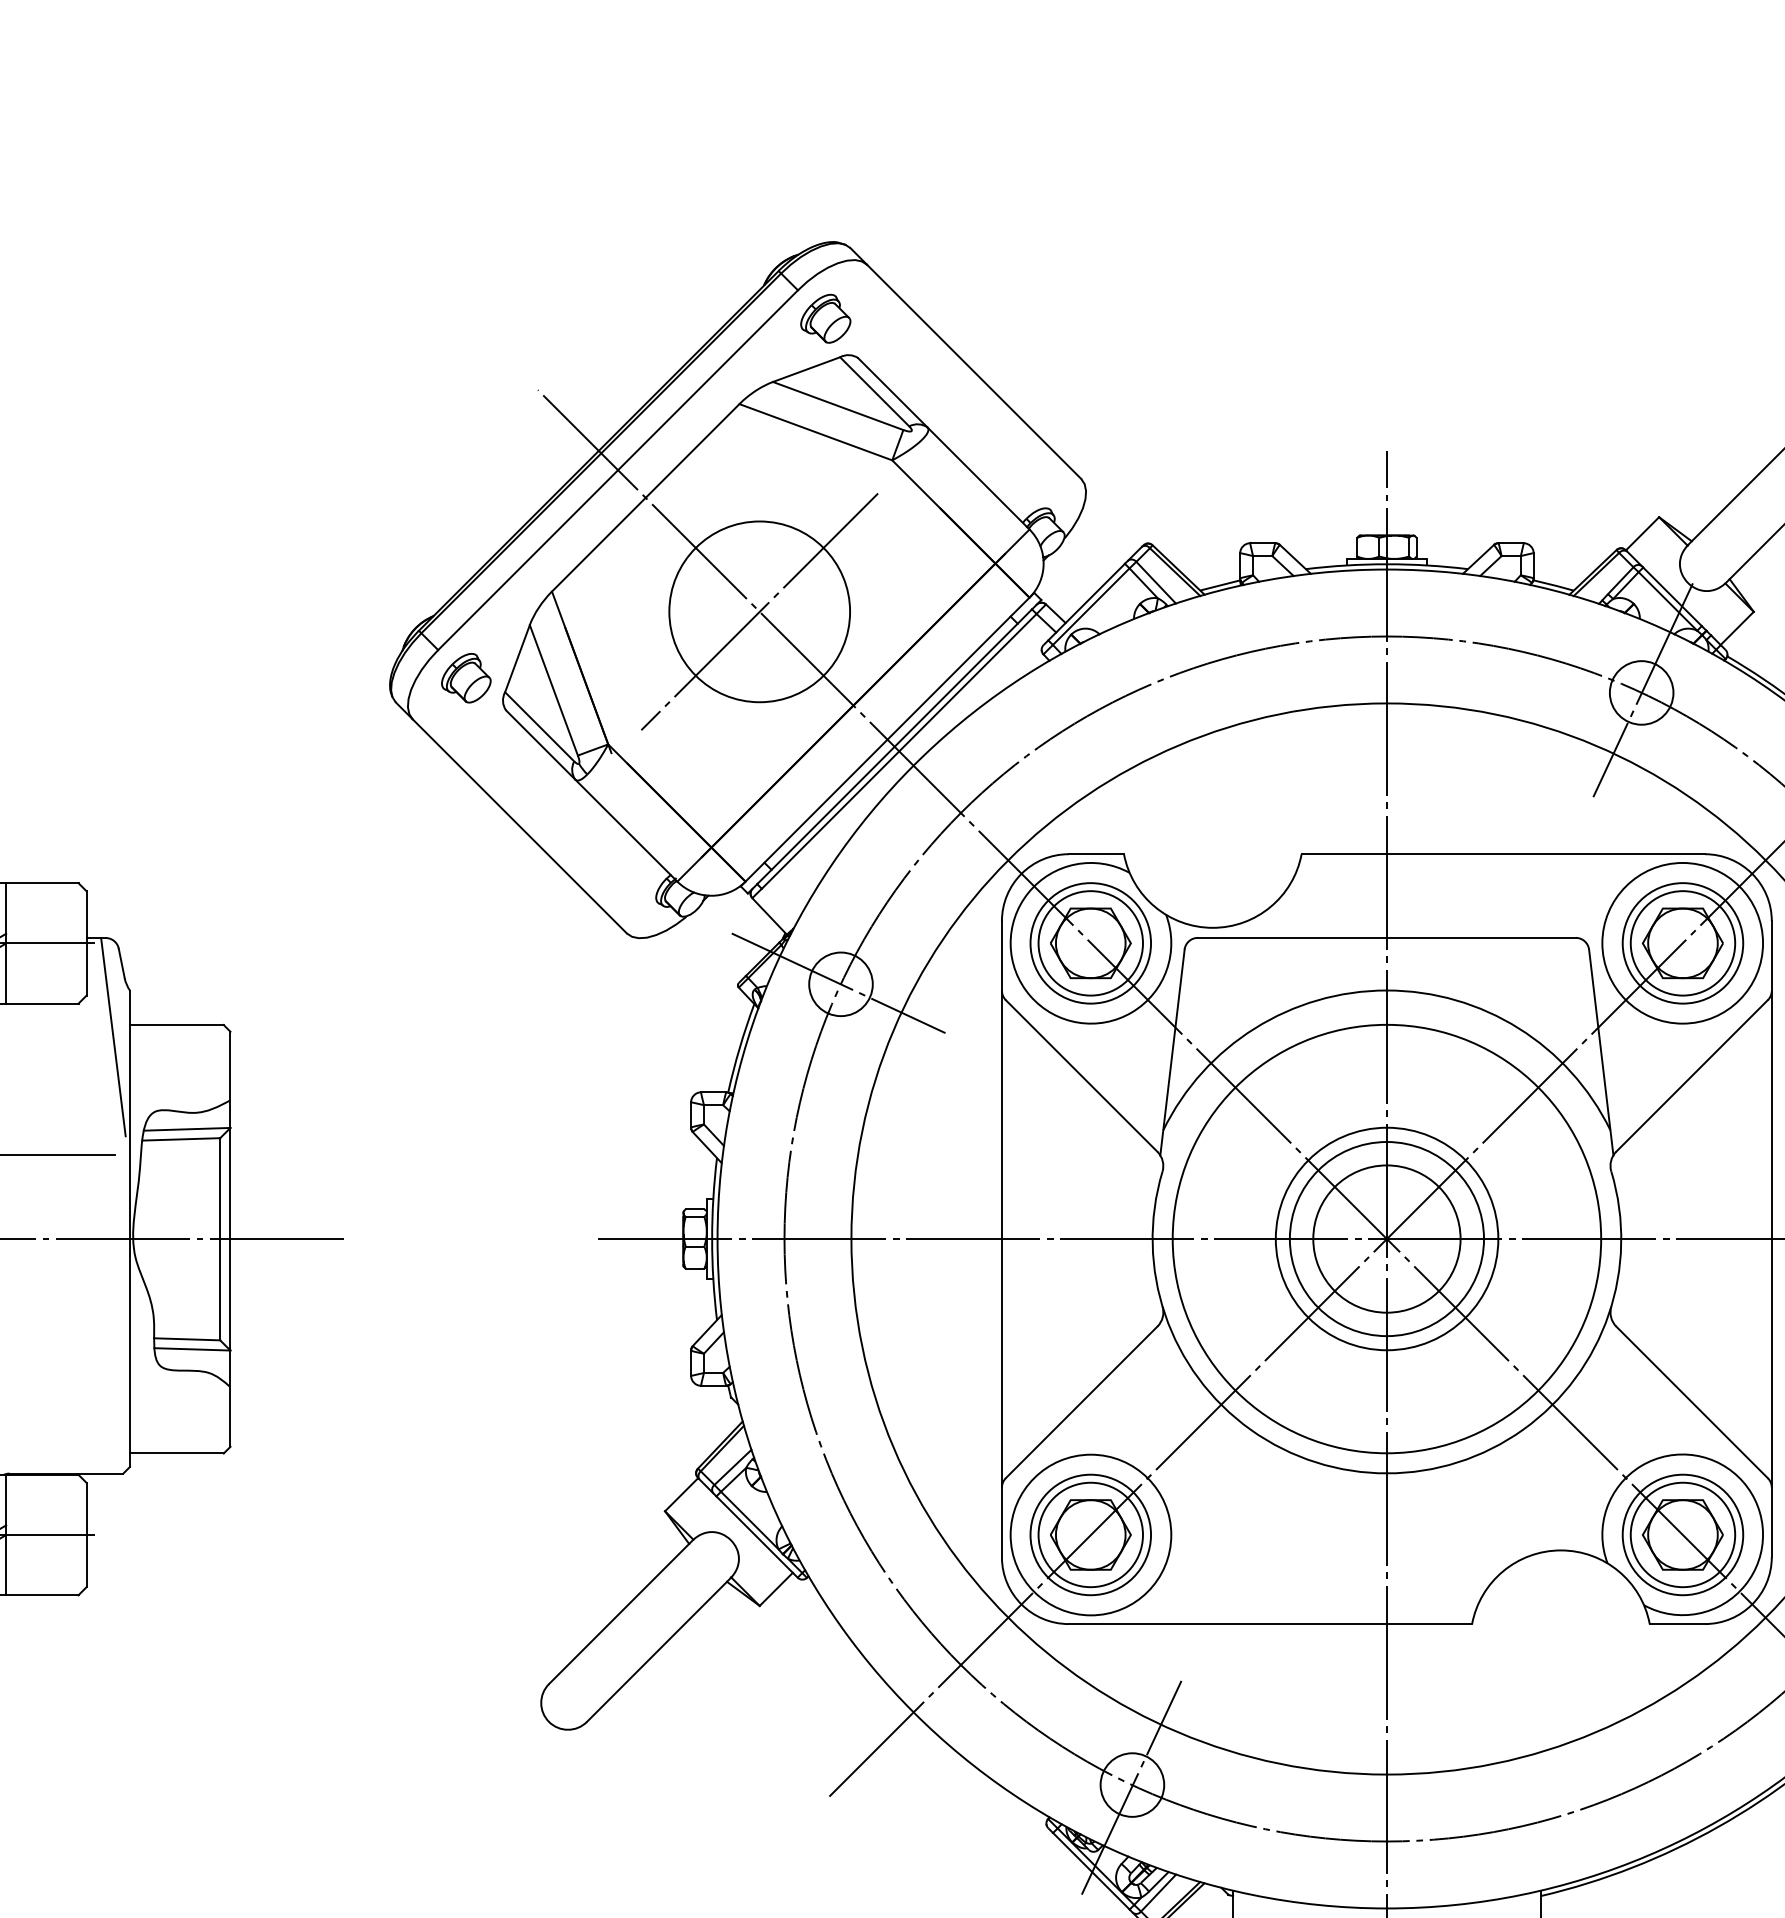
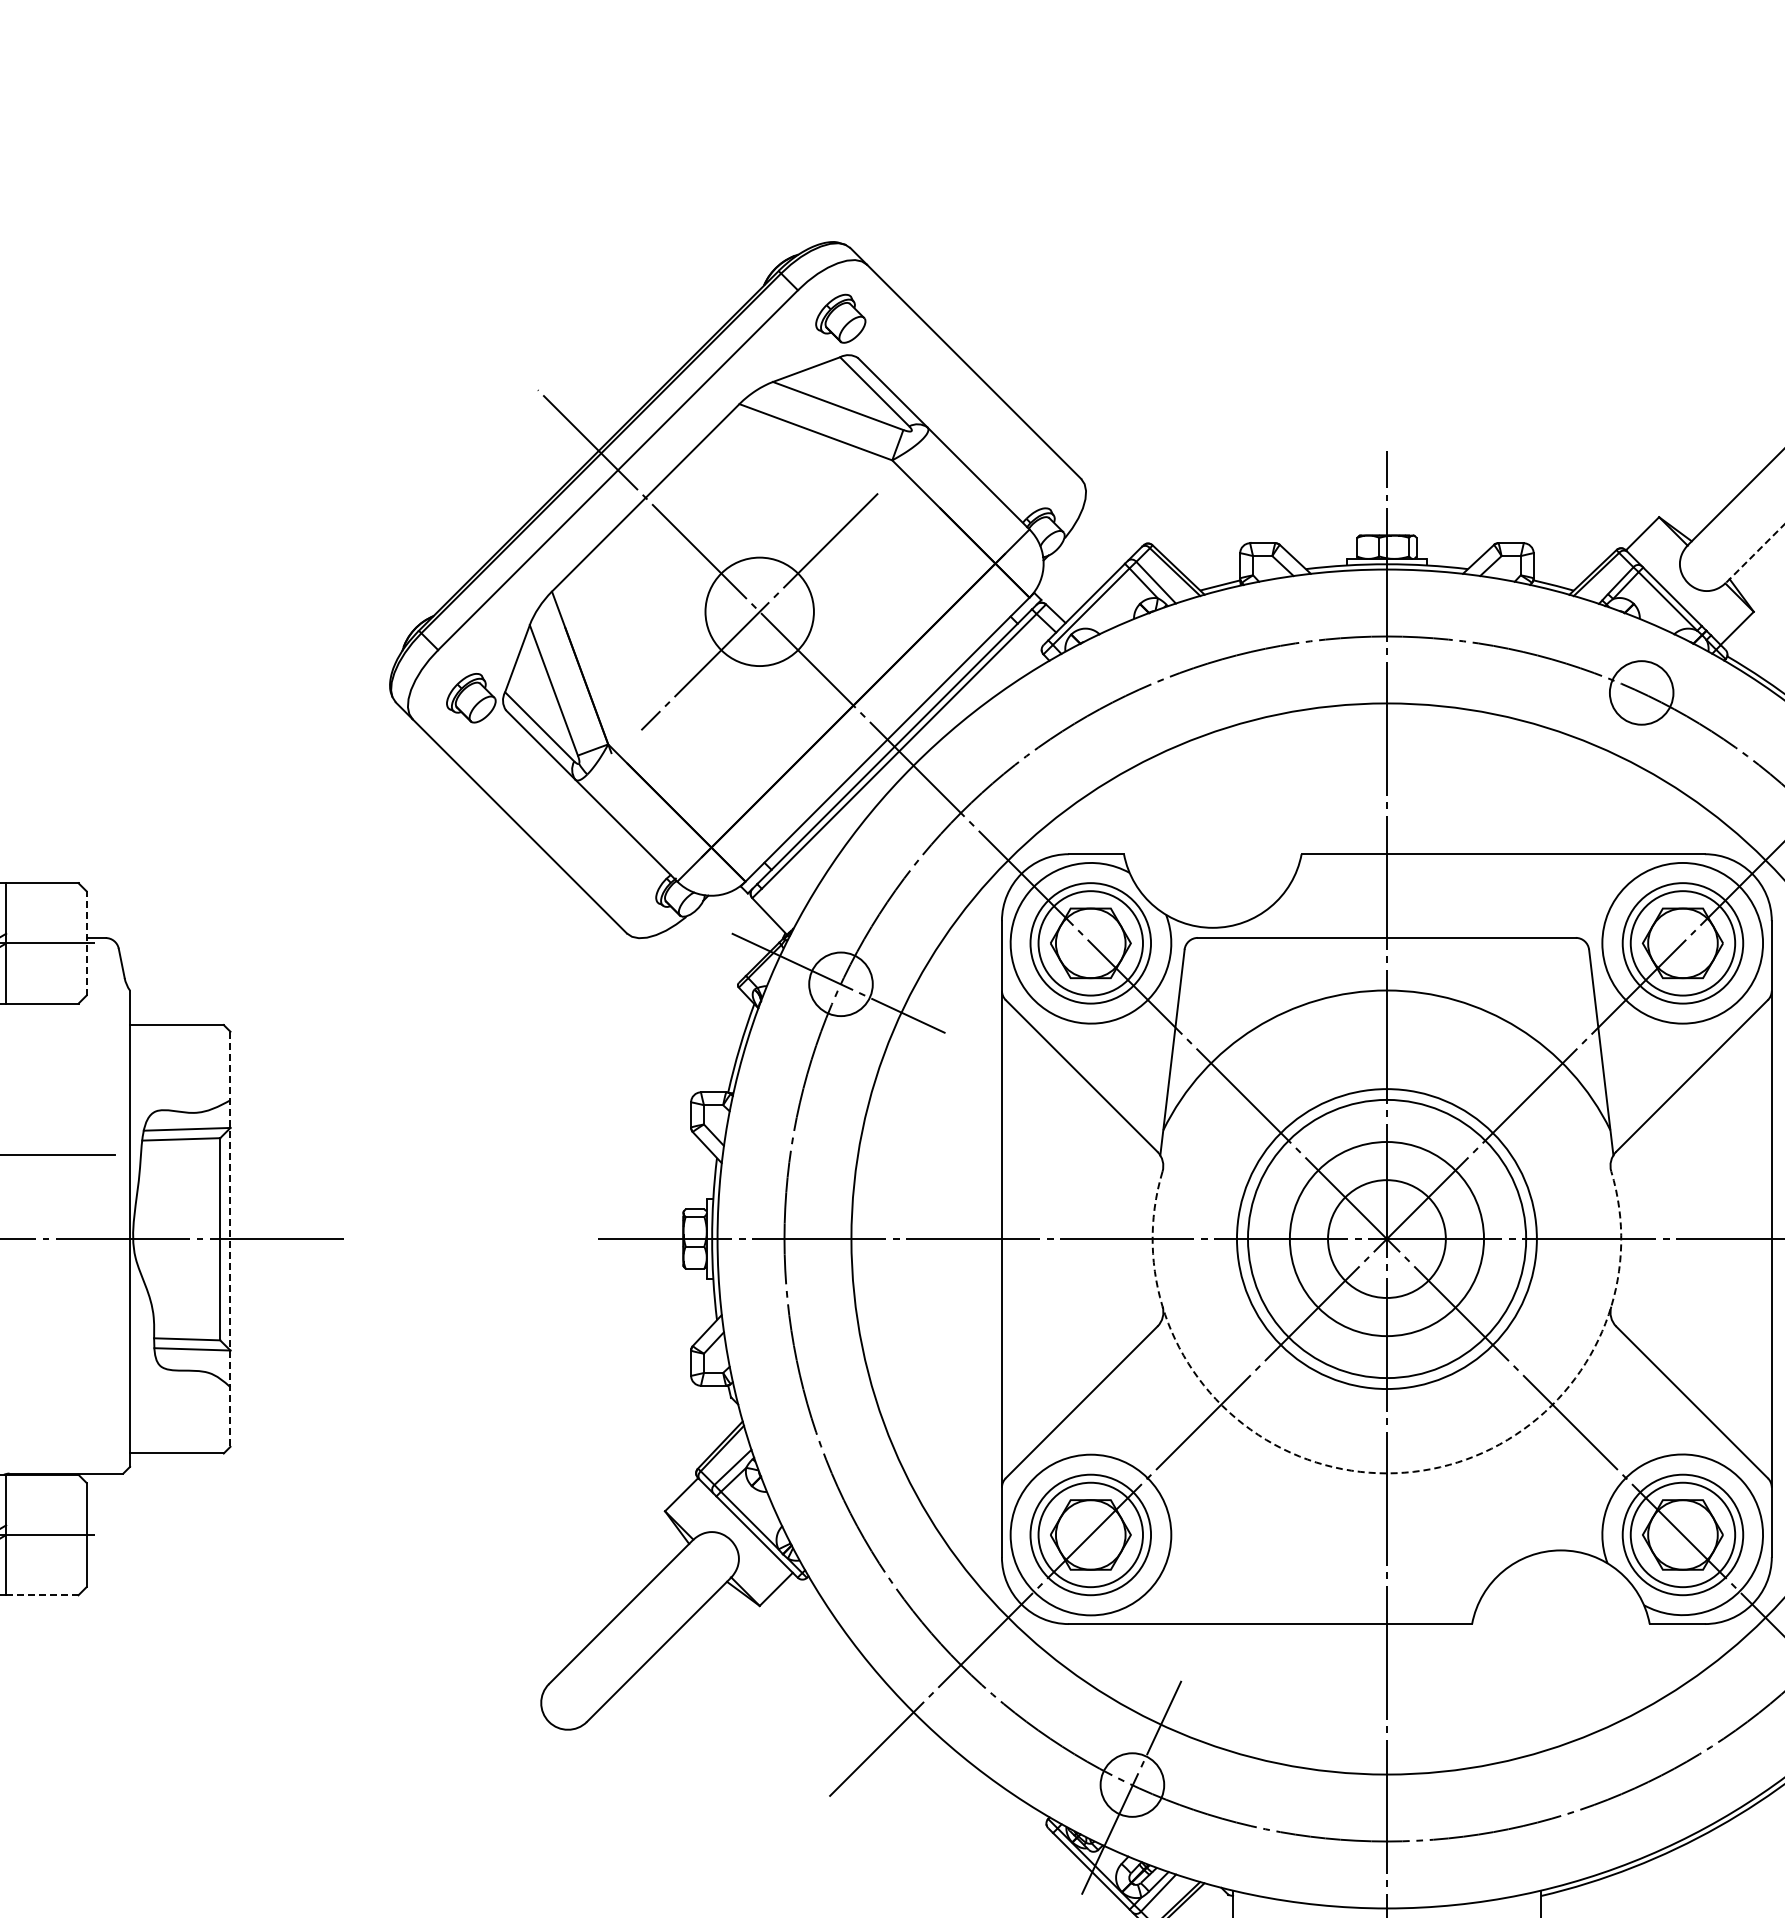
part at (825, 318) position: (825, 318) -> (840, 318)
line at (1755, 553): solid -> dashed
circle at (759, 611) diameter: 181 px -> 108 px
part at (466, 678) position: (466, 678) -> (471, 698)
line at (1642, 690): present -> none
line at (86, 942): solid -> dashed
line at (113, 1037): present -> none
circle at (1386, 1238) diameter: 147 px -> 118 px
circle at (1386, 1238) diameter: 223 px -> 278 px
circle at (1386, 1238) diameter: 428 px -> 300 px
line at (230, 1239): solid -> dashed
arc at (1387, 1473): solid -> dashed
line at (42, 1595): solid -> dashed
